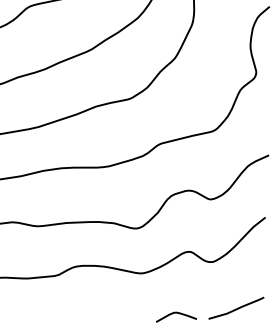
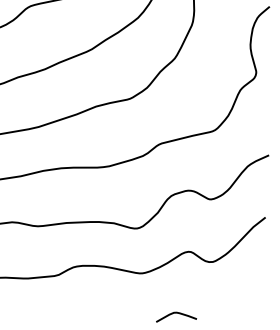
line at (237, 307): present -> none
